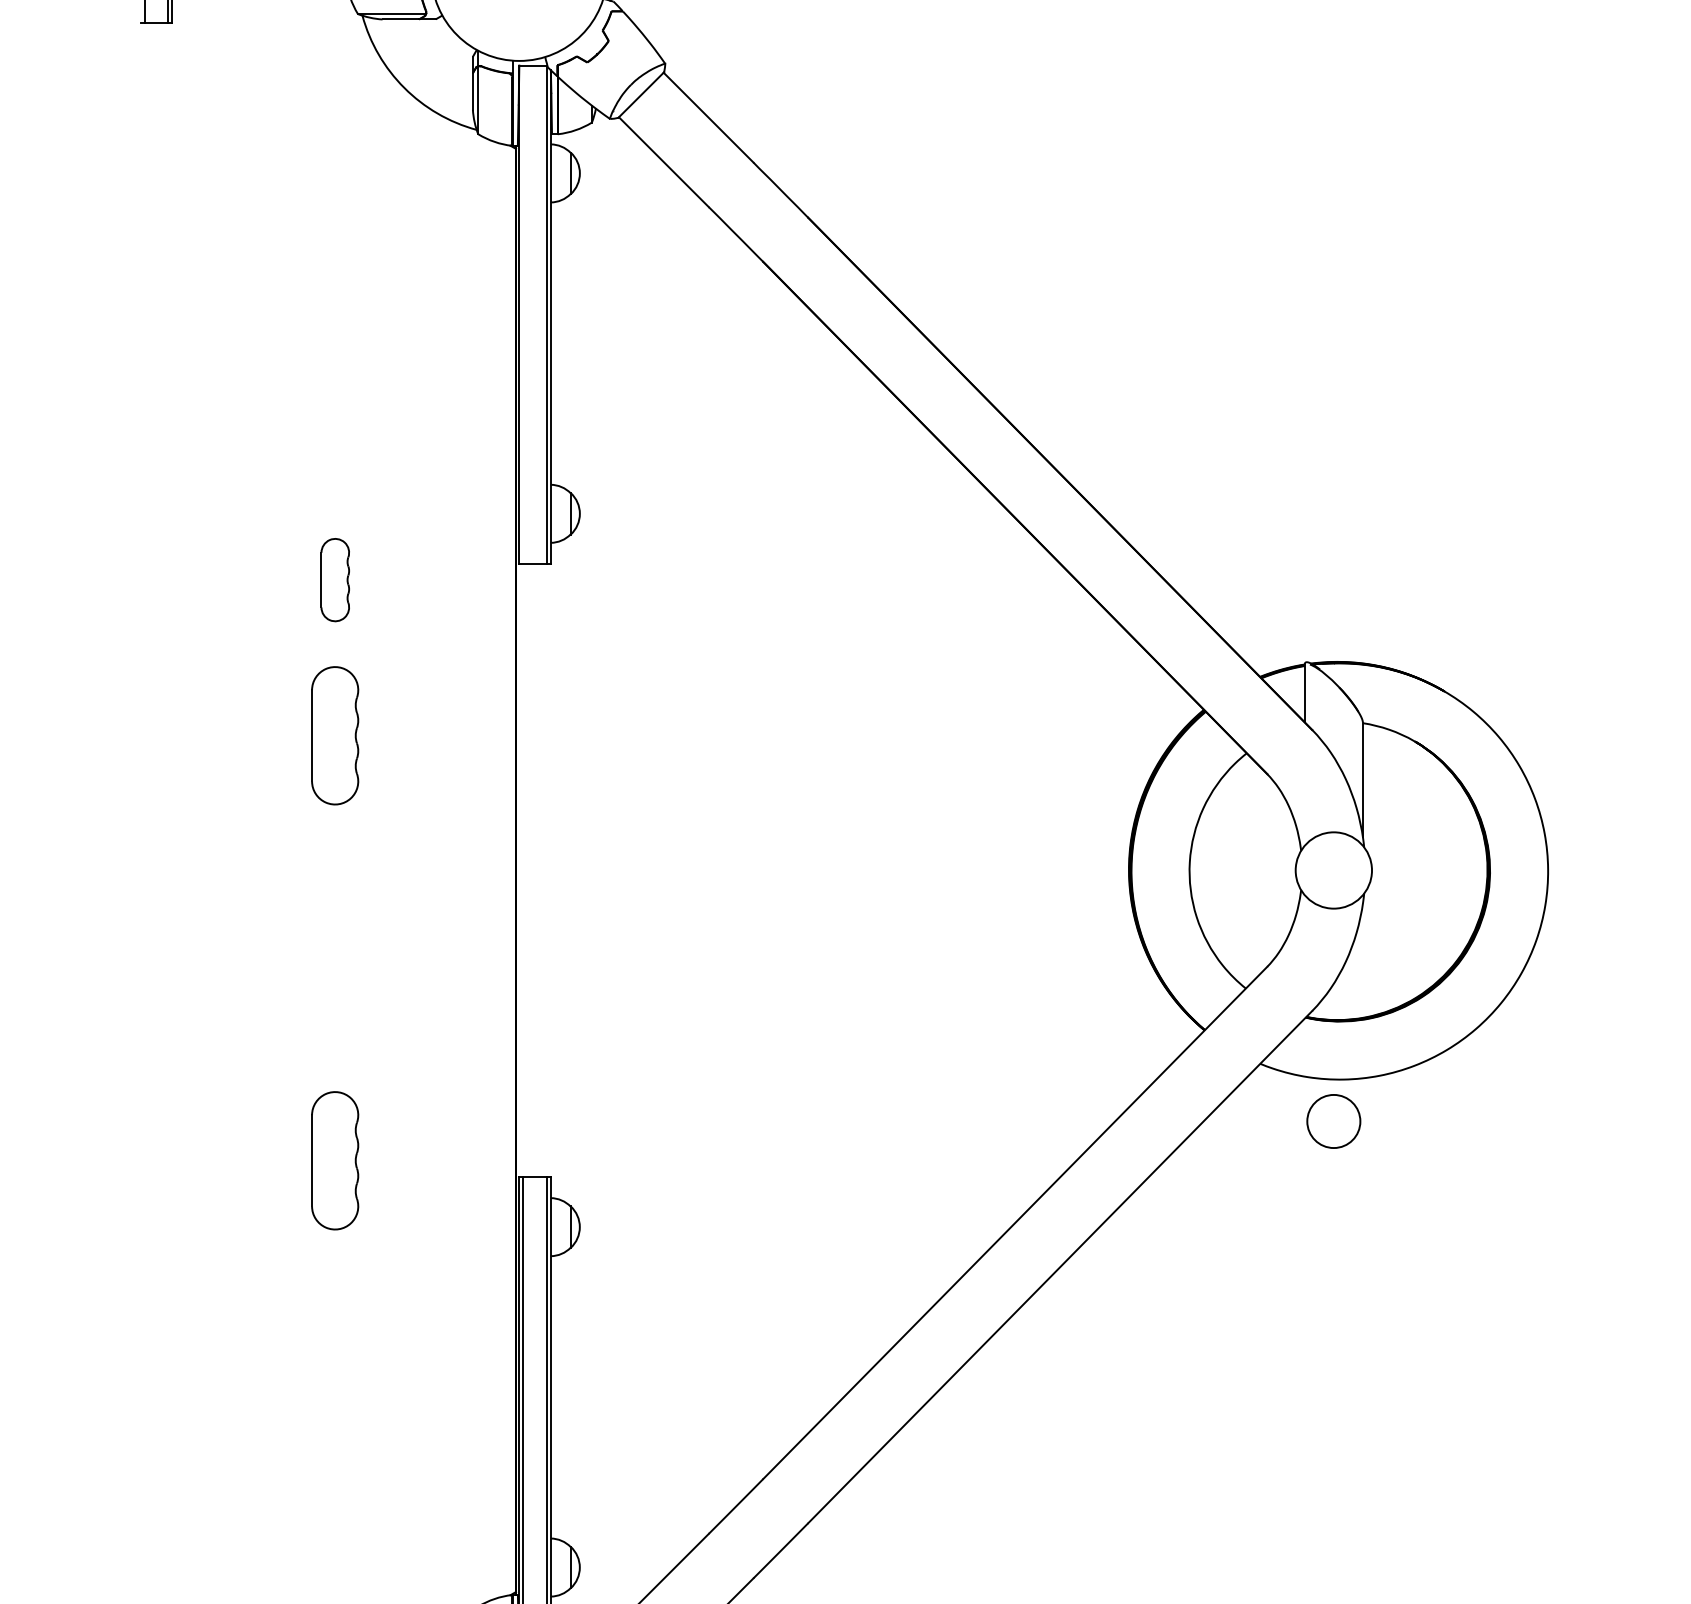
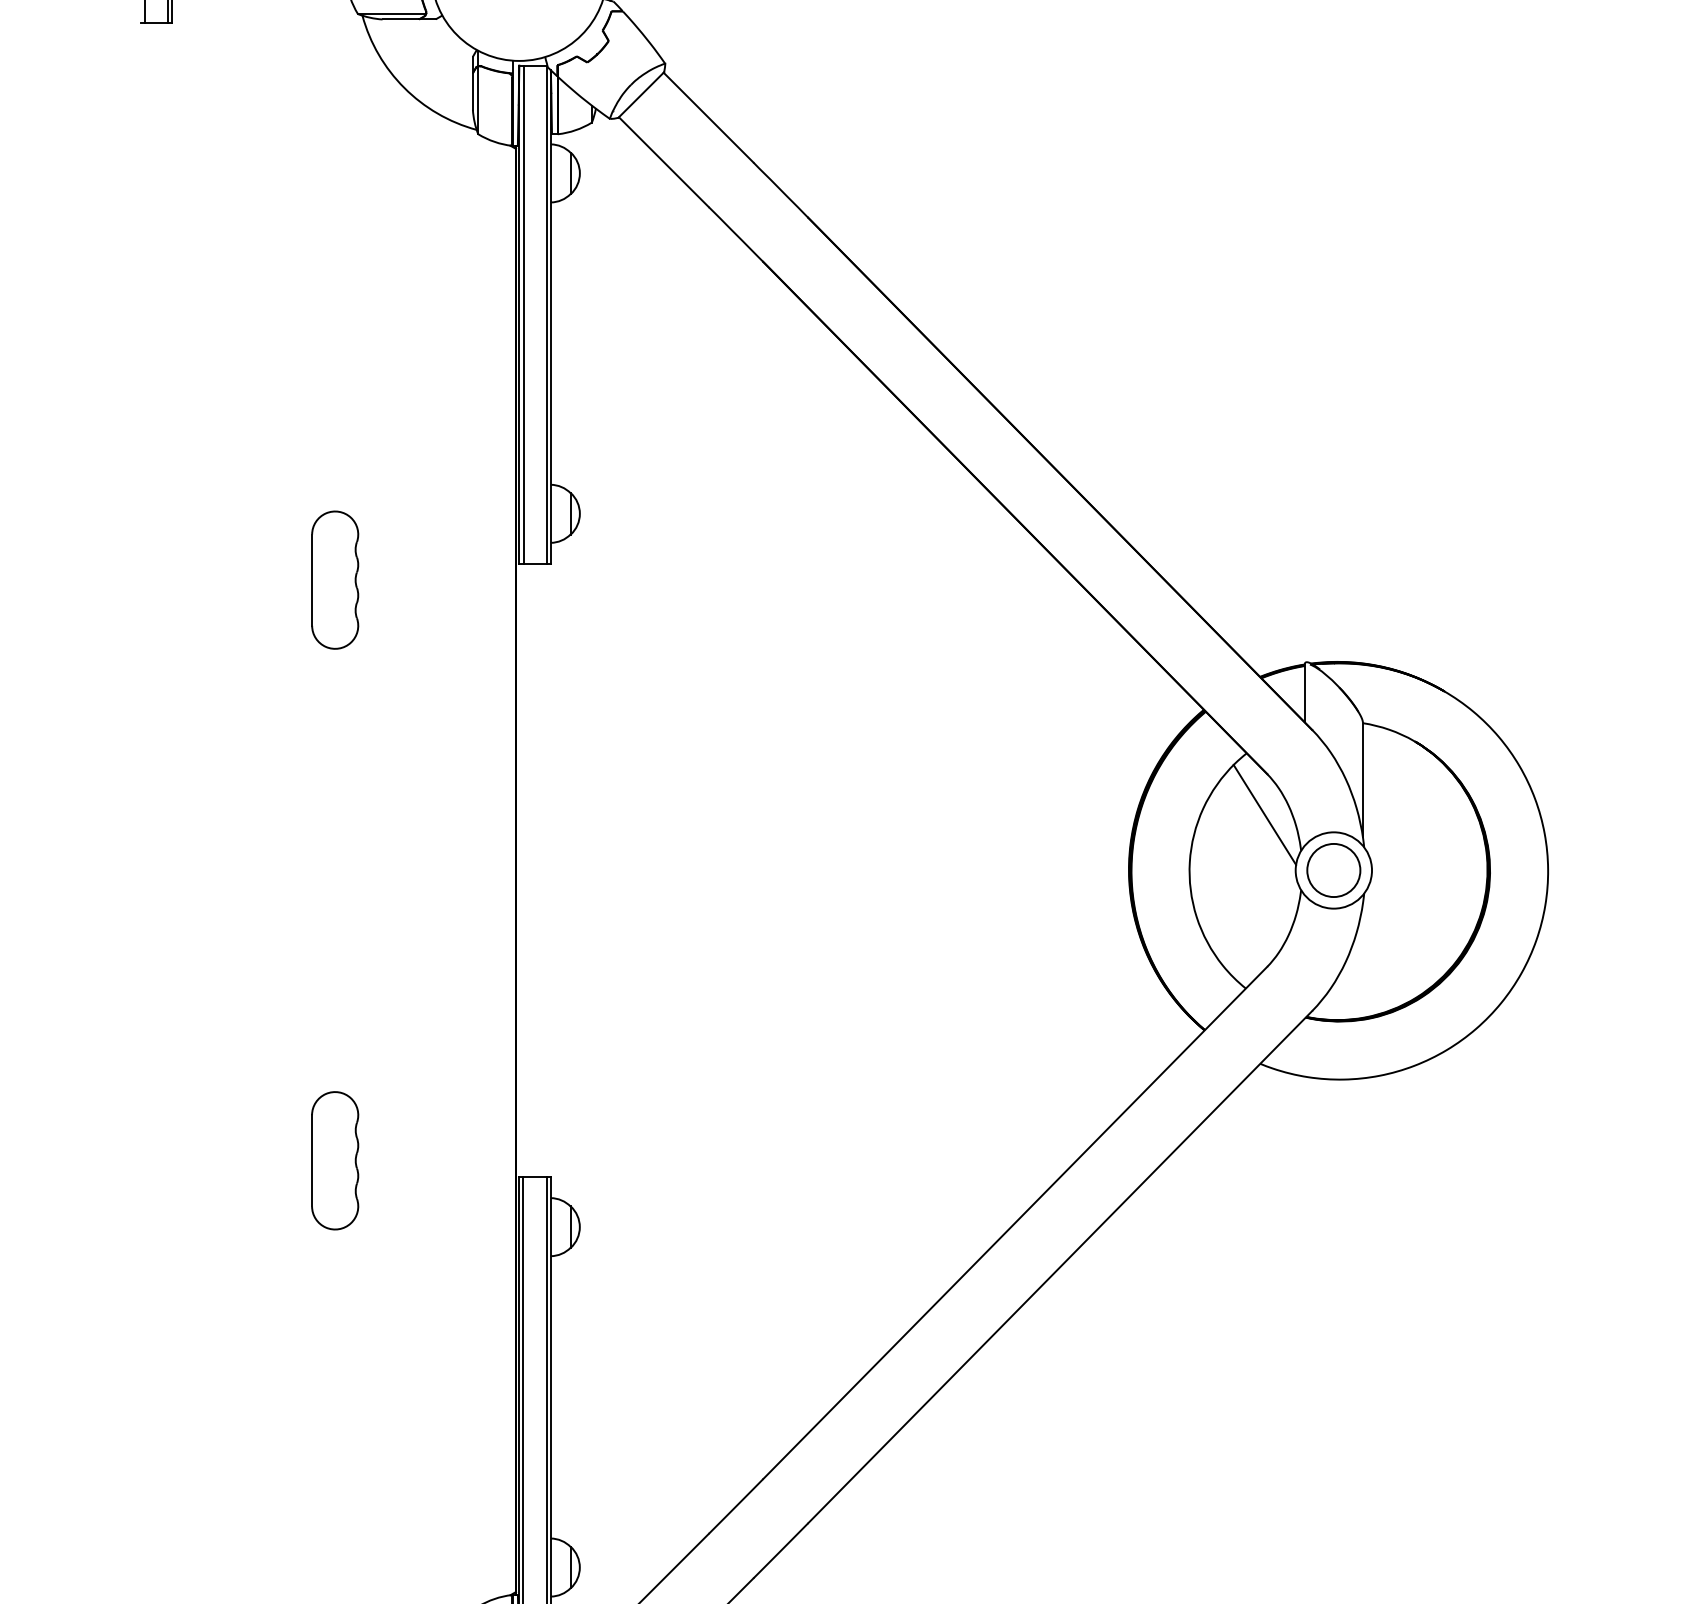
line at (523, 314): none -> present
part at (334, 580) size: 30x85 px -> 49x140 px
part at (335, 735): present -> none
line at (1264, 814): none -> present
circle at (1333, 1121) position: (1333, 1121) -> (1333, 870)
